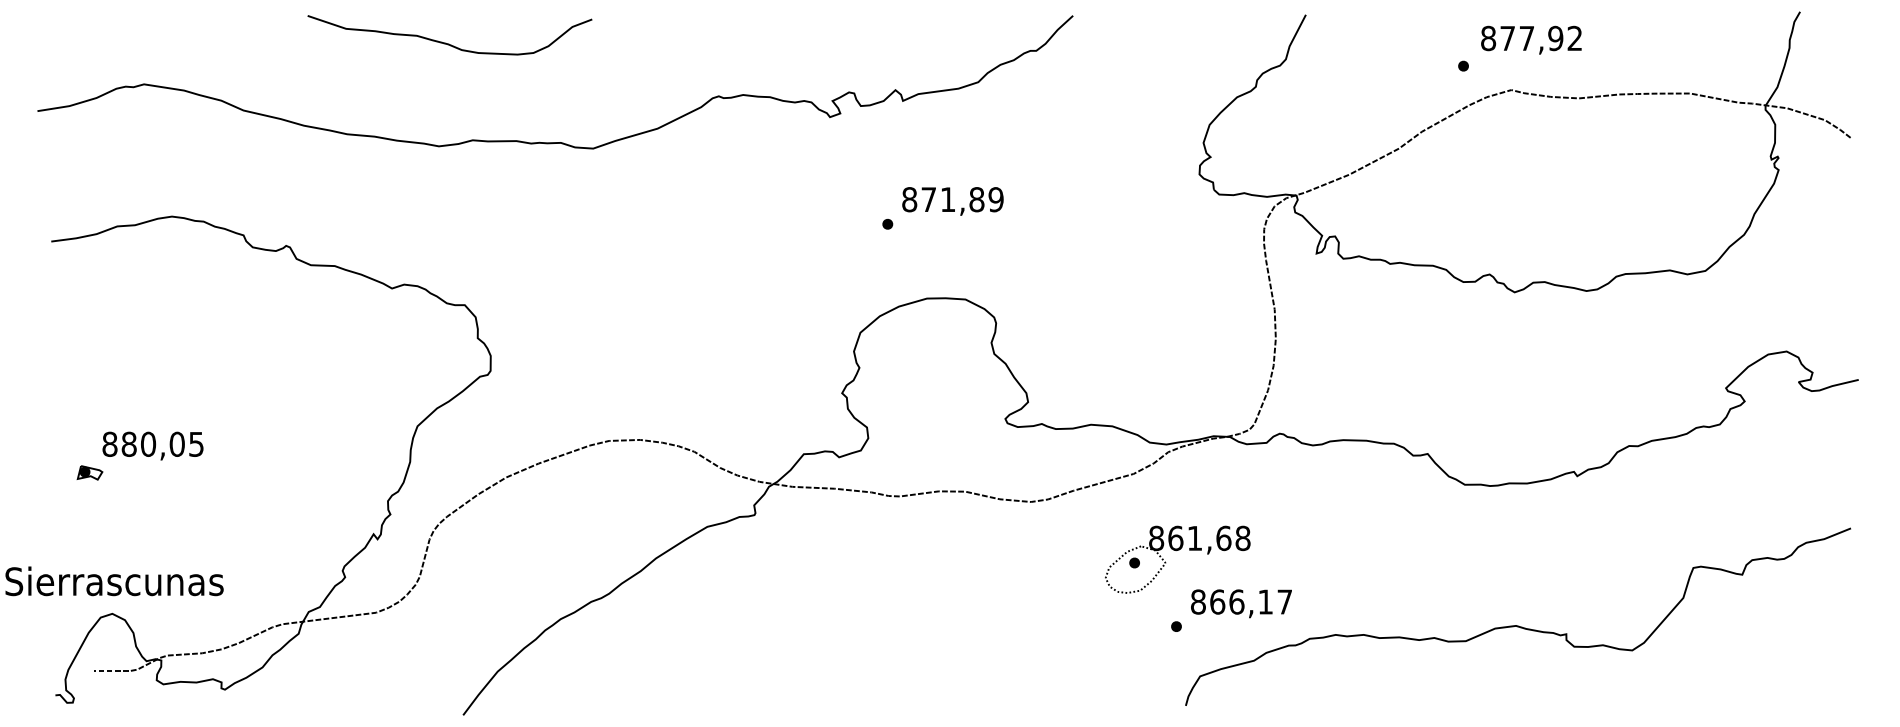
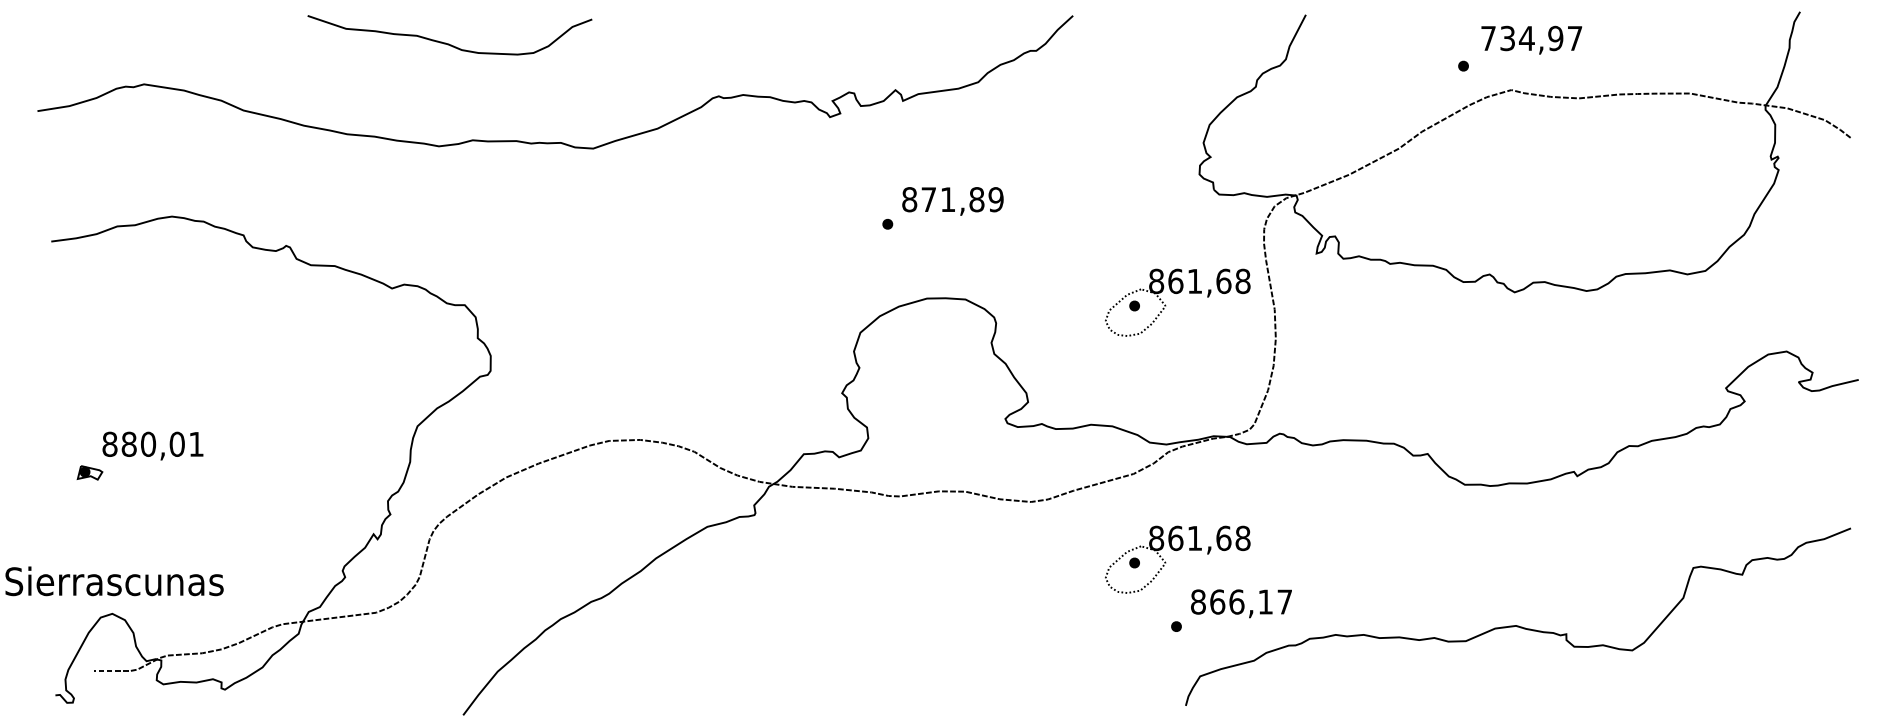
text at (1531, 38): 877,92 -> 734,97
part at (1177, 293): none -> present
text at (196, 444): 880,05 -> 880,01
